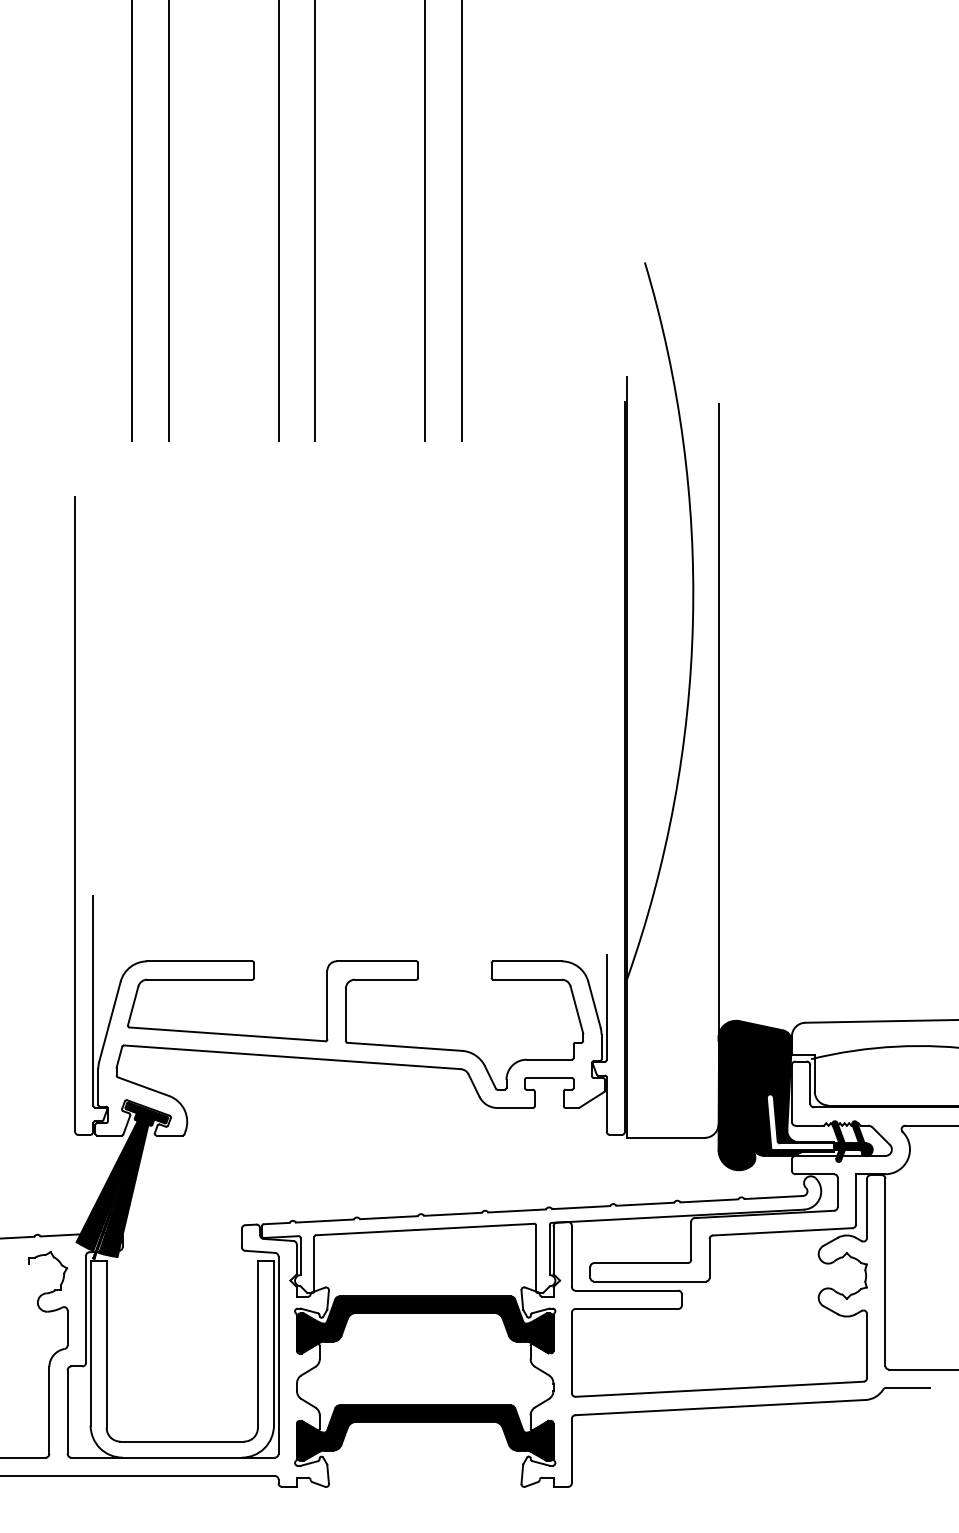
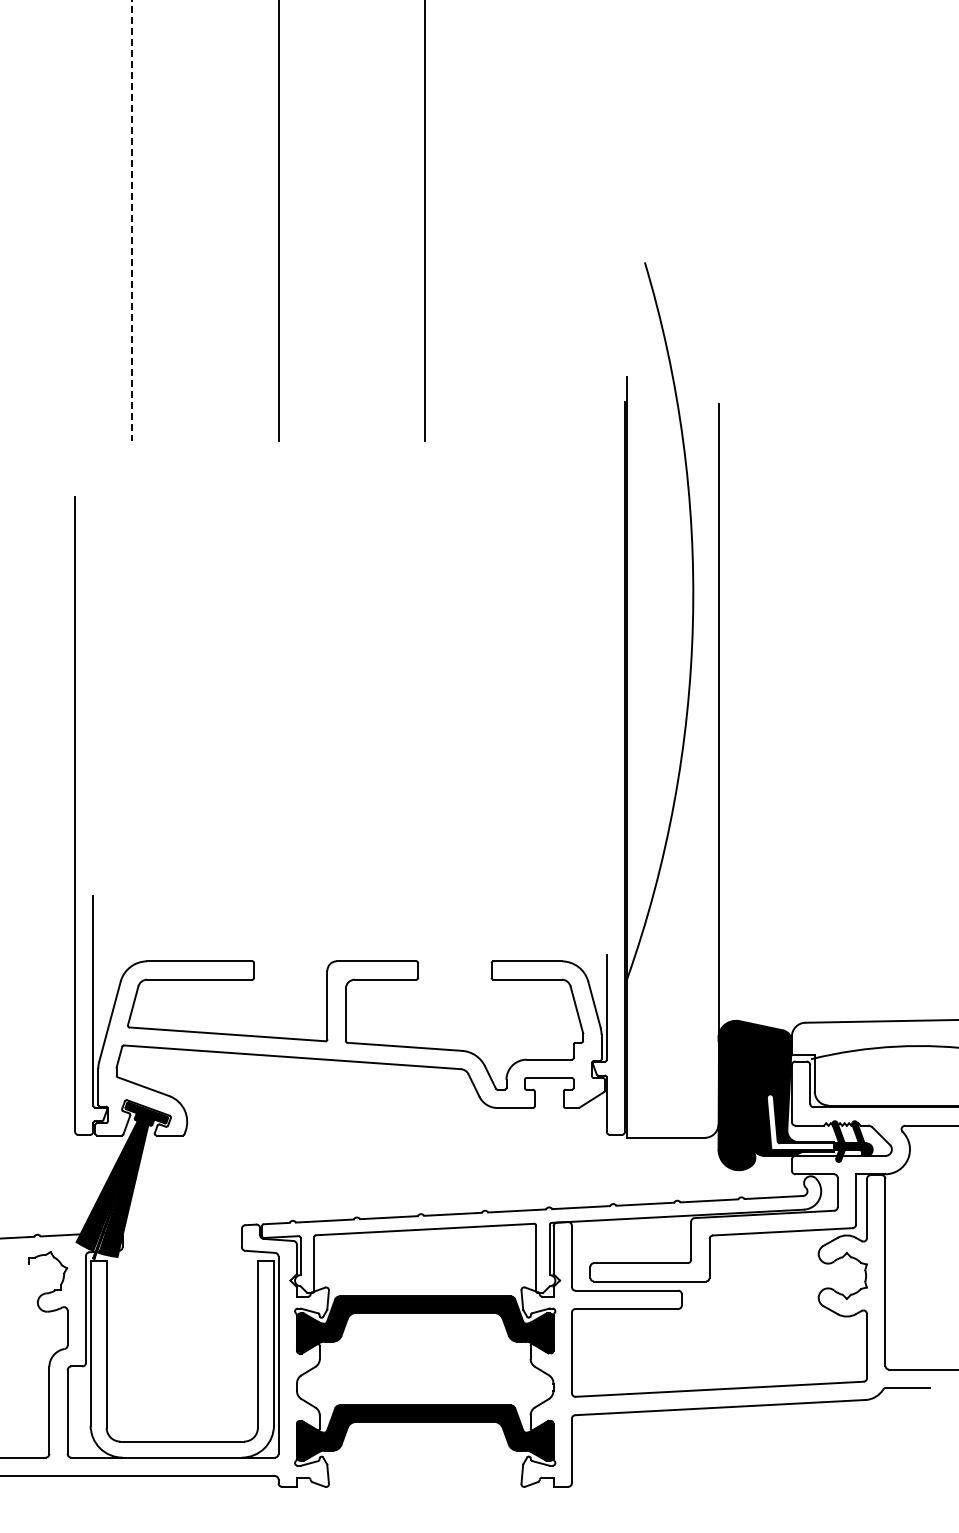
line at (131, 221): solid -> dashed
line at (168, 221): present -> none
line at (315, 221): present -> none
line at (461, 221): present -> none
